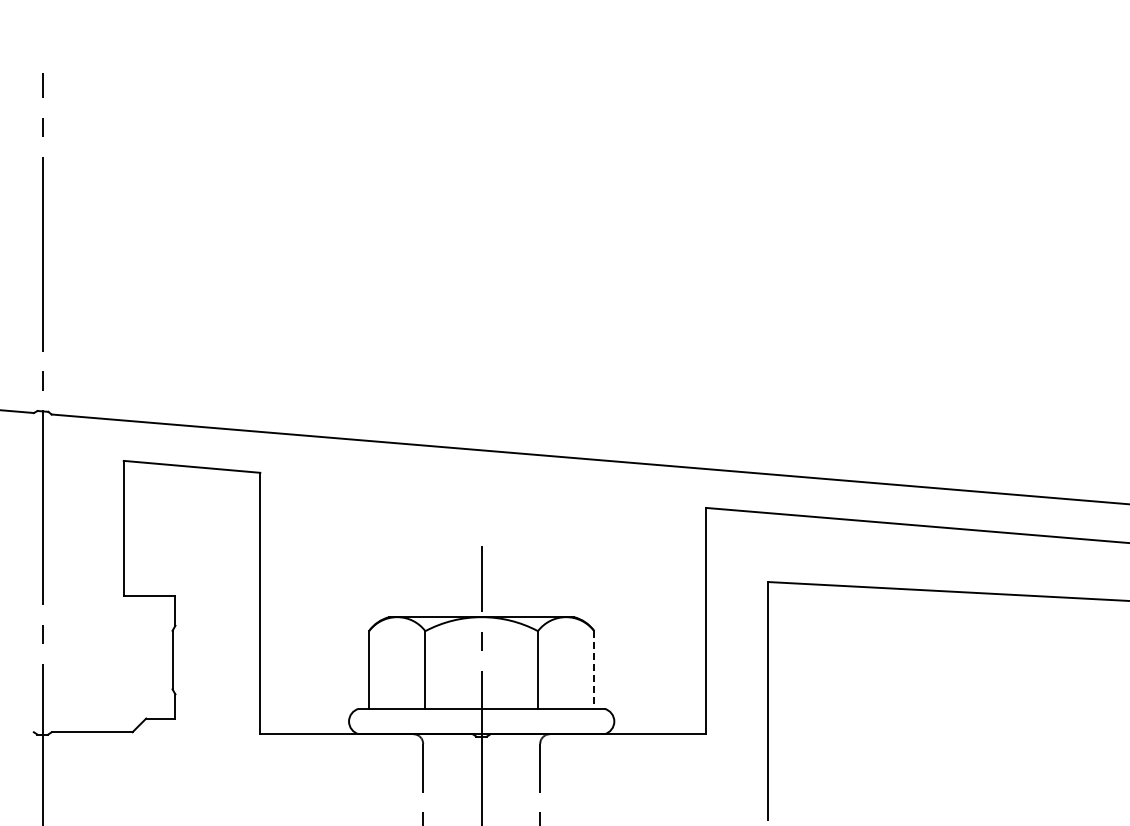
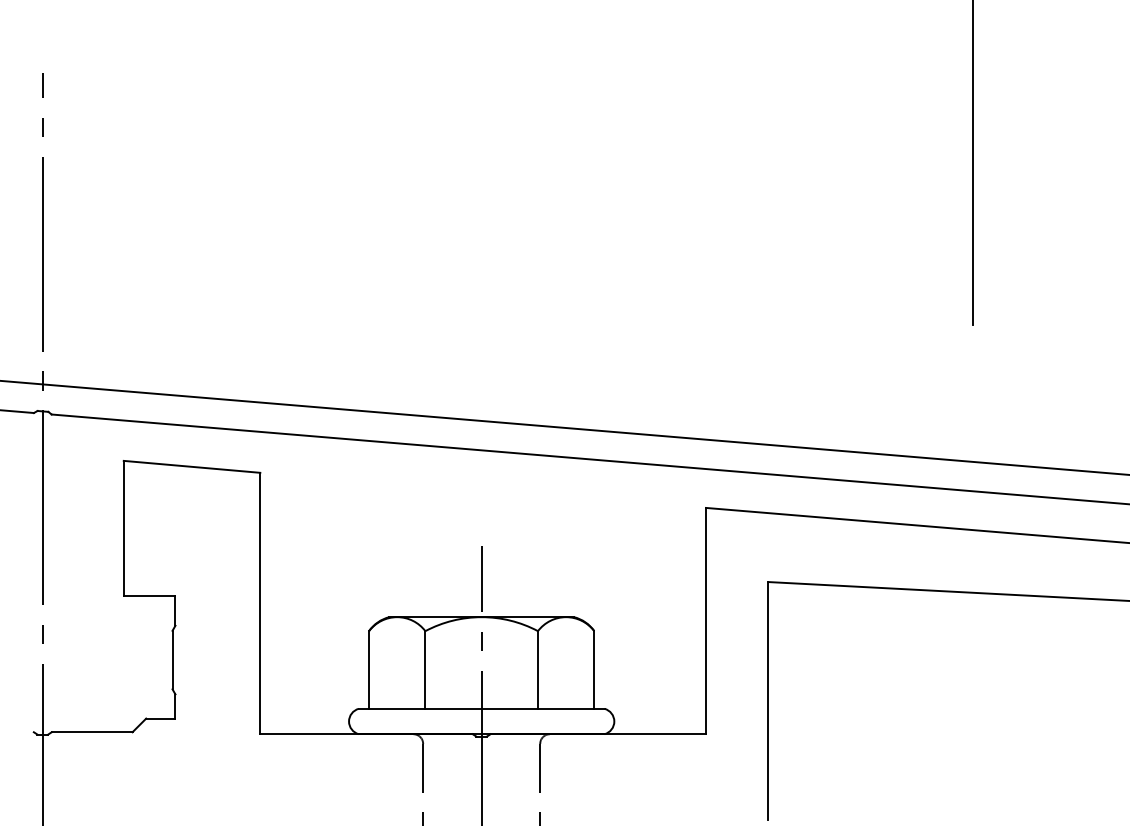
line at (973, 163): none -> present
line at (564, 427): none -> present
line at (594, 669): dashed -> solid
